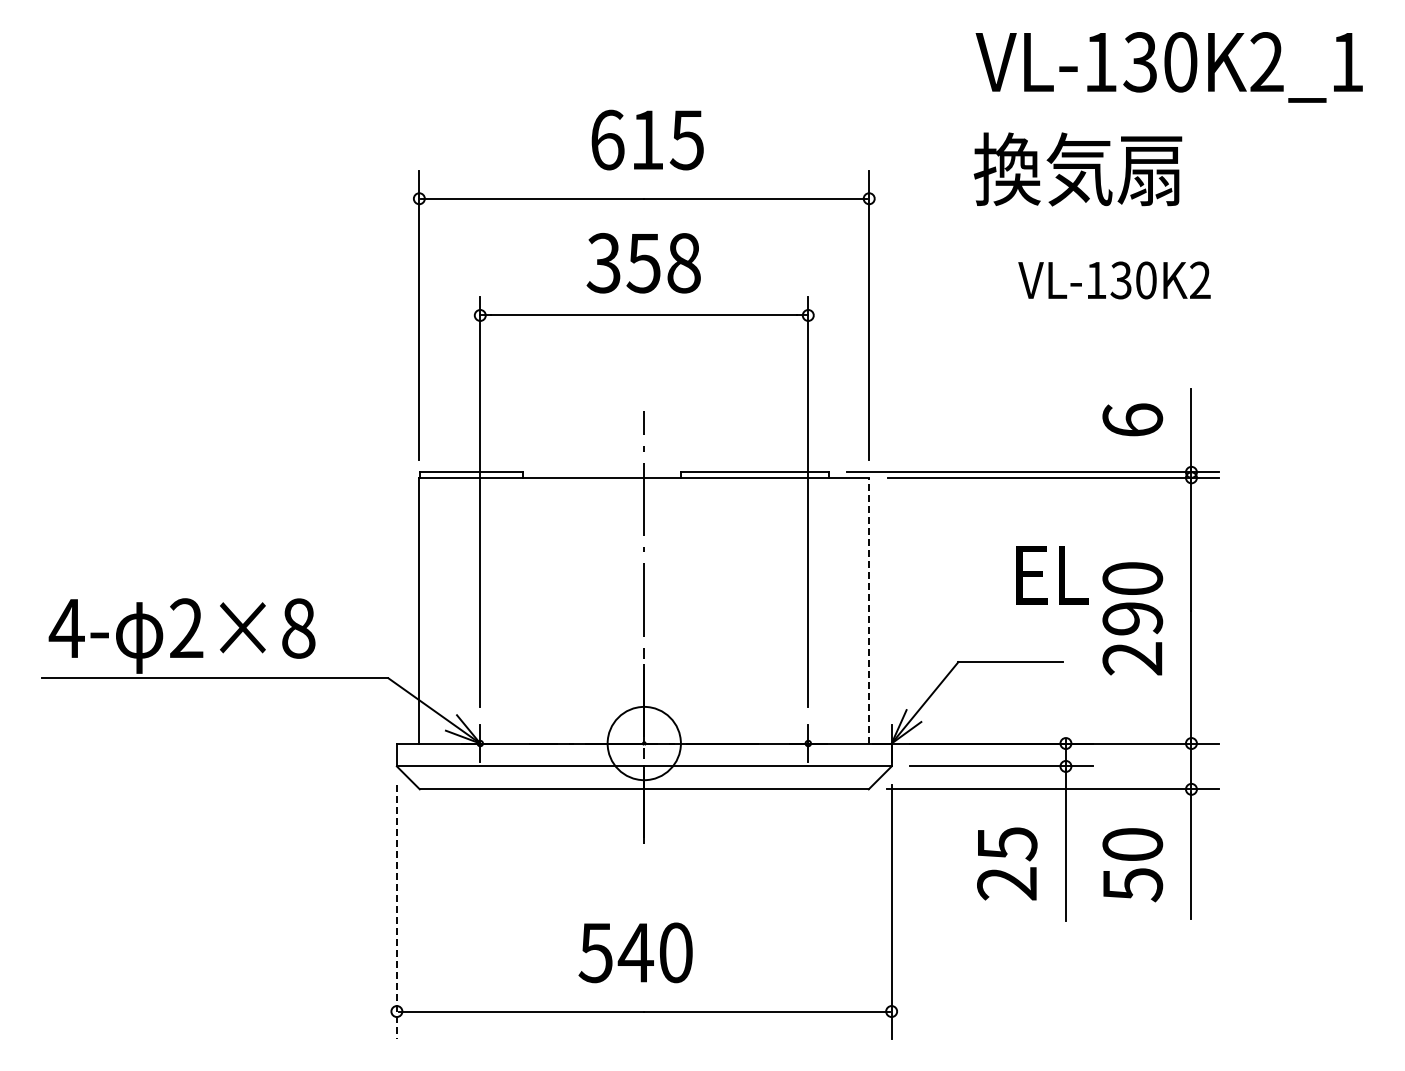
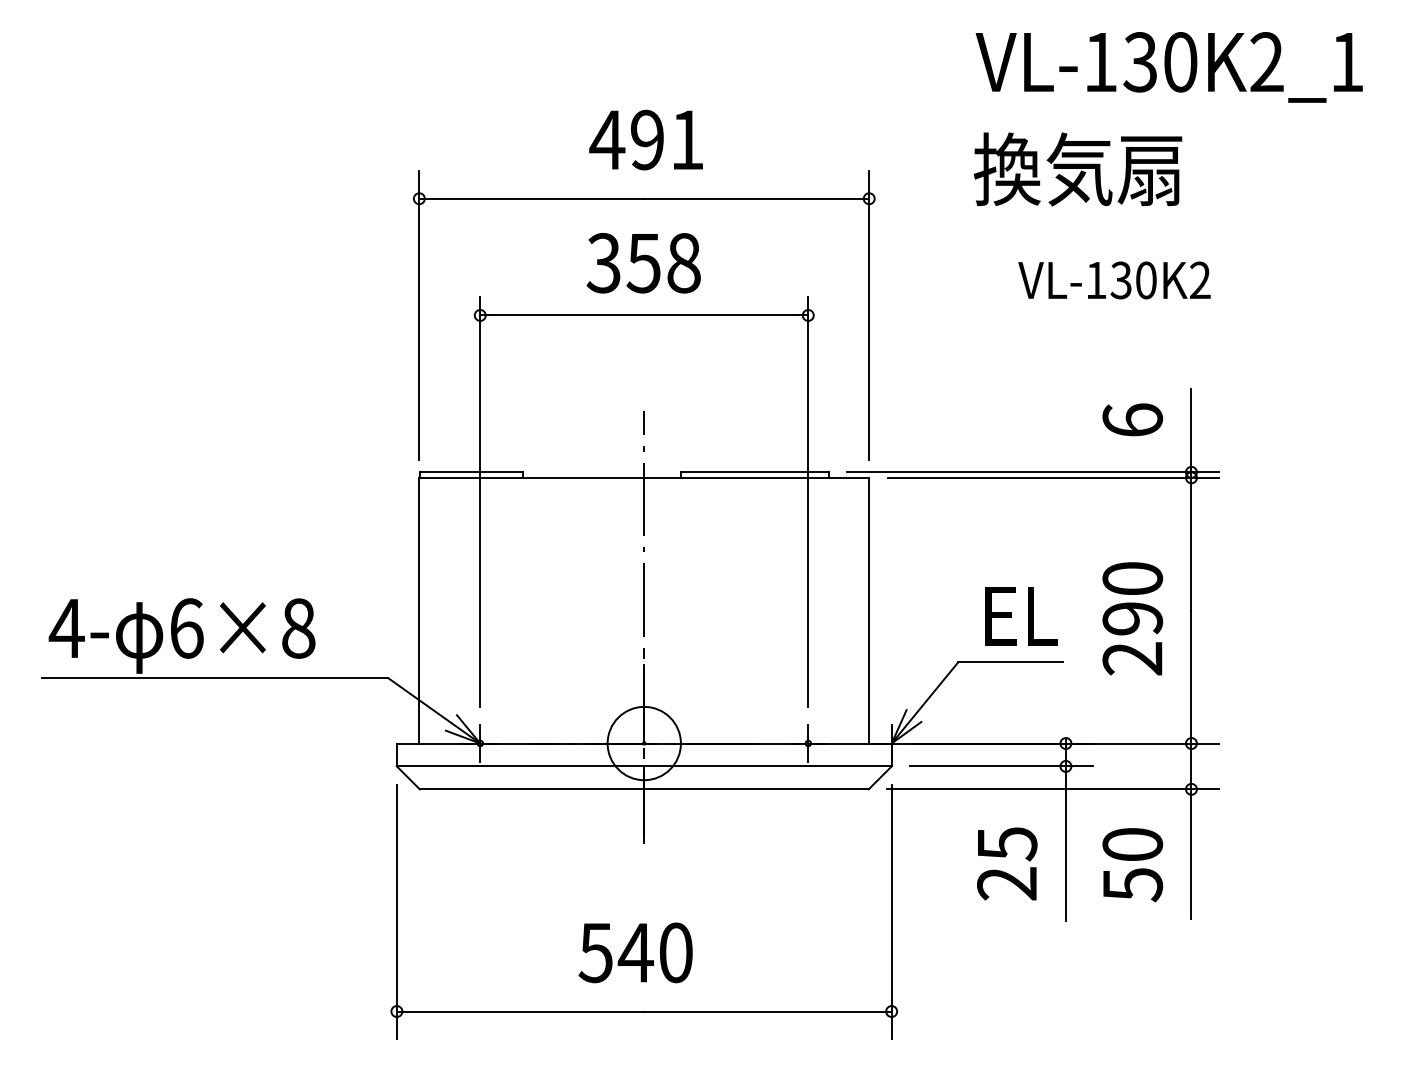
text at (646, 139): 615 -> 491
text at (1052, 575) position: (1052, 575) -> (1021, 616)
line at (869, 610): dashed -> solid
text at (186, 628): 2×8 -> 6×8
line at (396, 912): dashed -> solid
